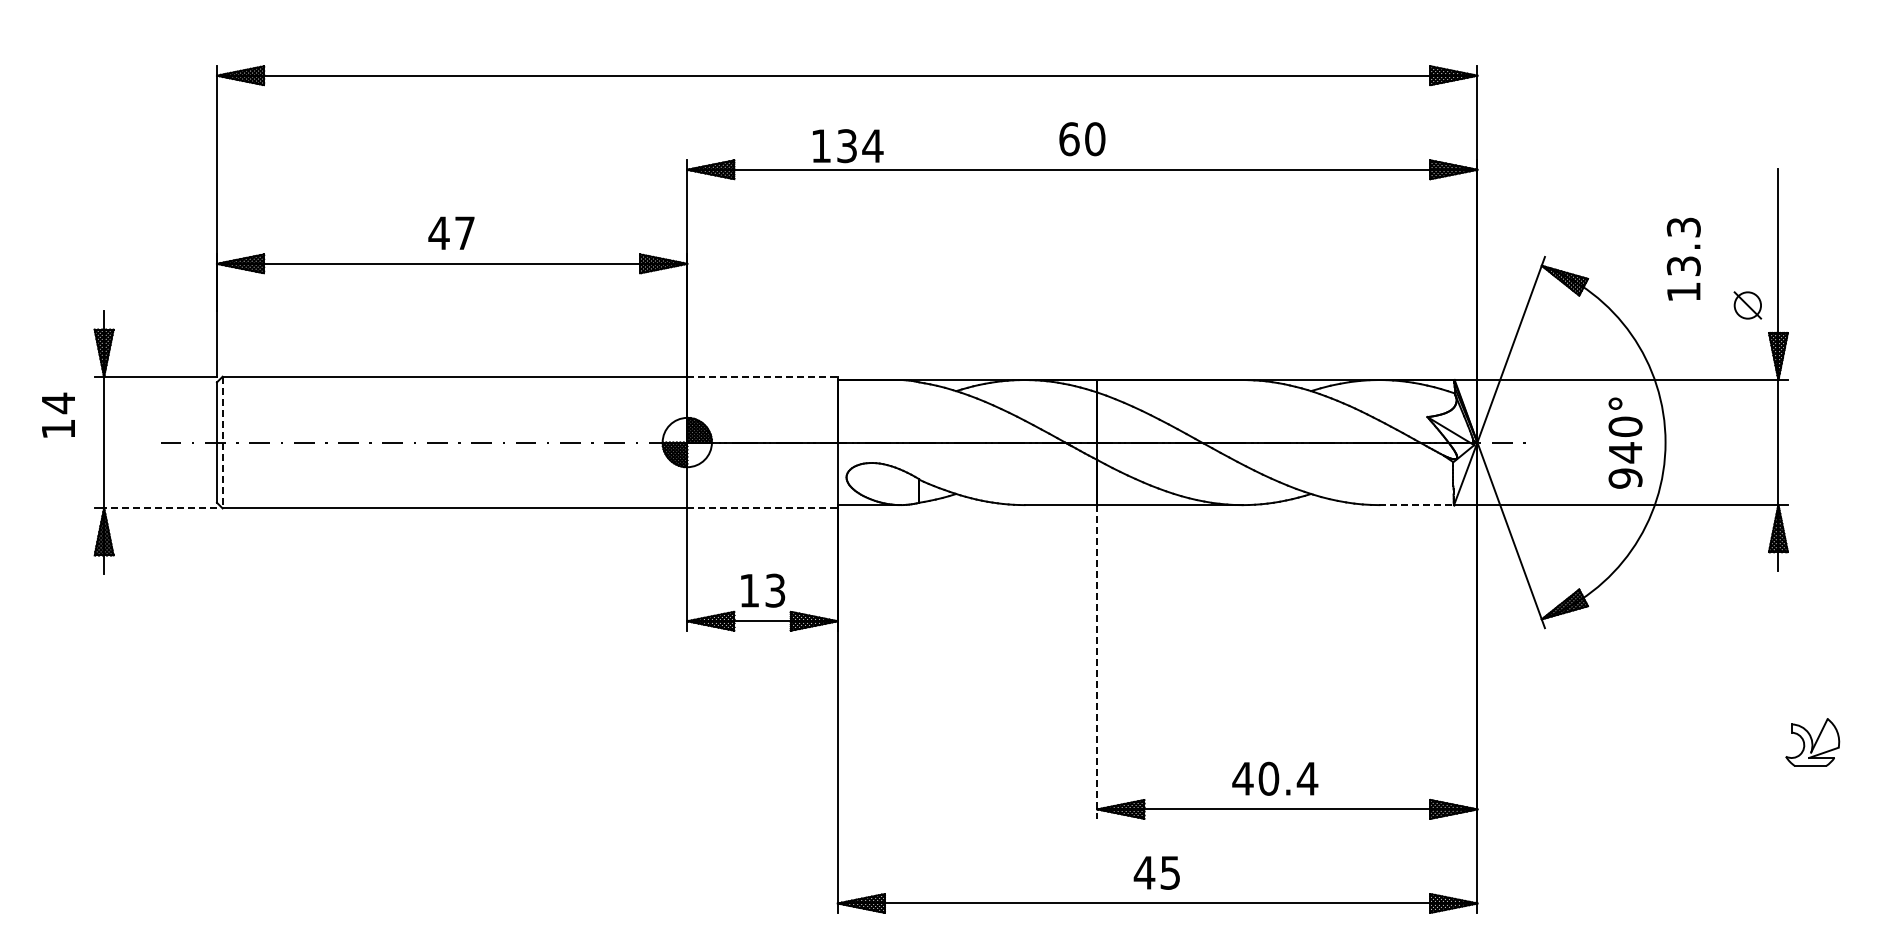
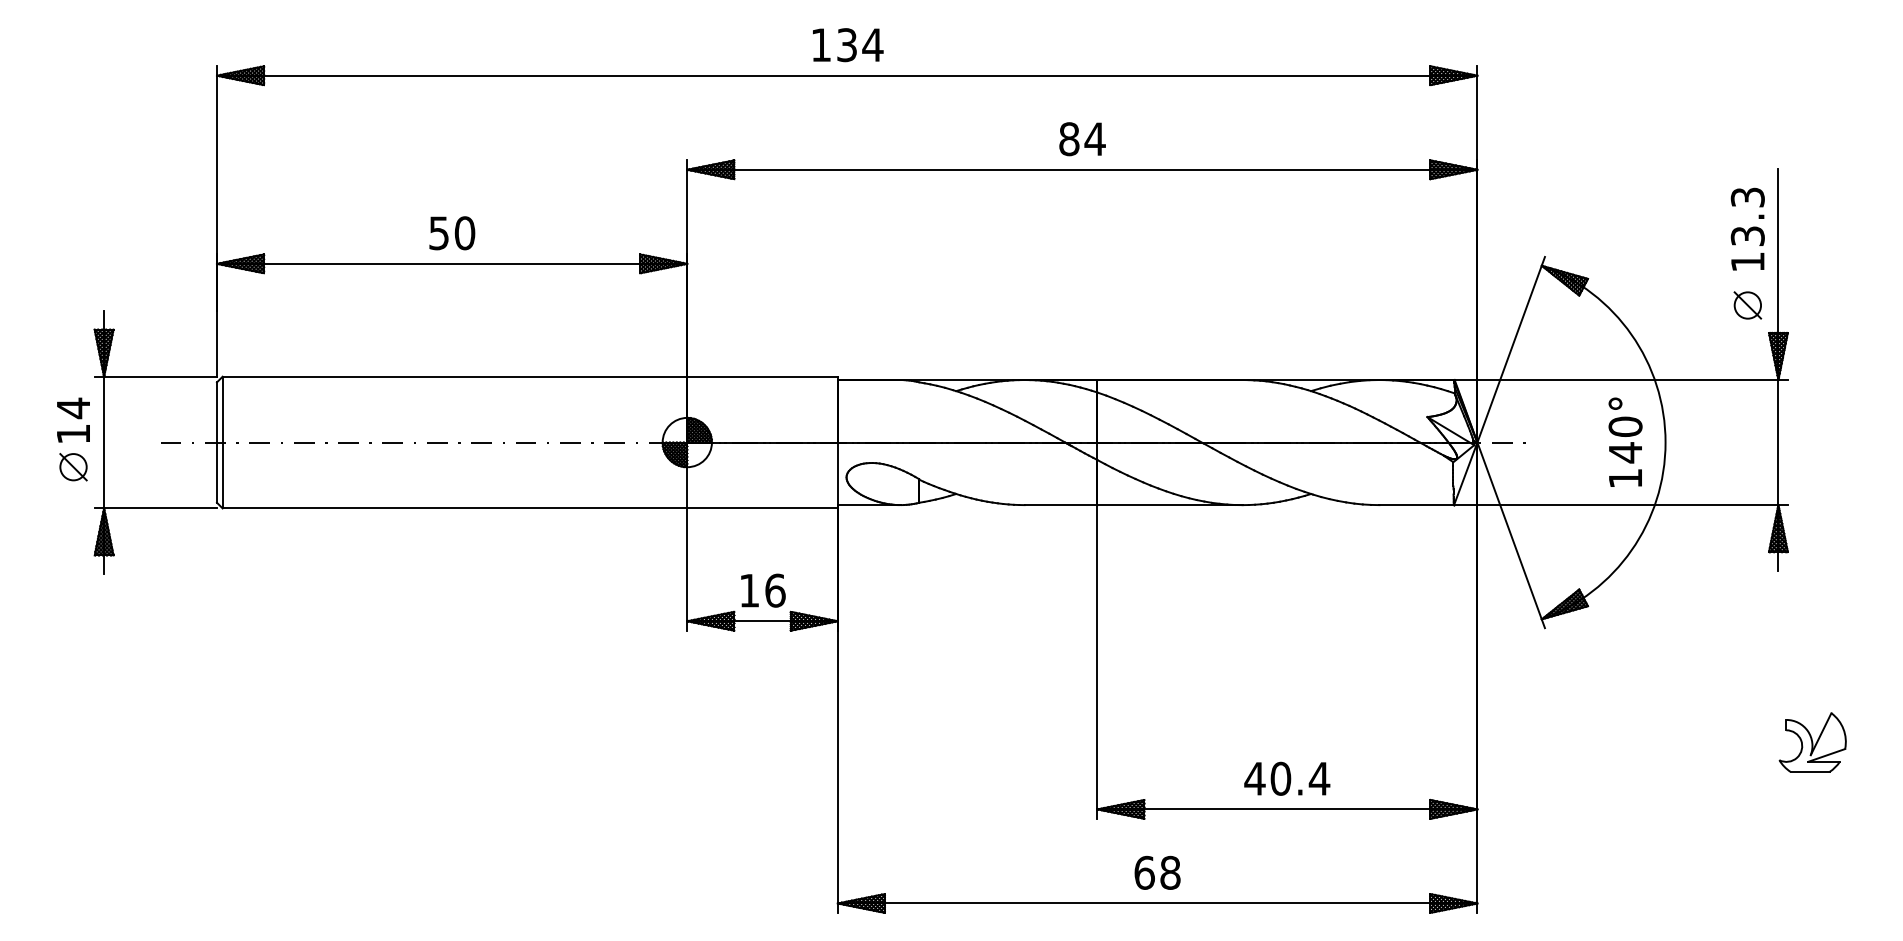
text at (1082, 139): 60 -> 84
text at (848, 146) position: (848, 146) -> (848, 45)
text at (451, 233): 47 -> 50
text at (1683, 258) position: (1683, 258) -> (1747, 228)
line at (763, 376): dashed -> solid
text at (58, 414) position: (58, 414) -> (73, 419)
line at (222, 442): dashed -> solid
part at (73, 467): none -> present
text at (1625, 478): 940° -> 140°
line at (1417, 505): dashed -> solid
line at (160, 508): dashed -> solid
line at (763, 508): dashed -> solid
text at (775, 590): 13 -> 16
line at (1097, 661): dashed -> solid
part at (1812, 742) size: 56x49 px -> 69x61 px
text at (1275, 778) position: (1275, 778) -> (1287, 778)
text at (1156, 872): 45 -> 68
